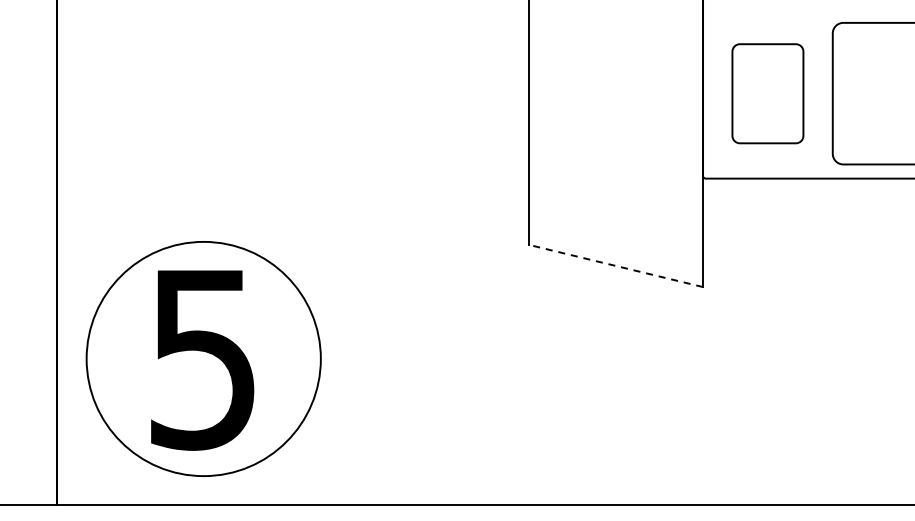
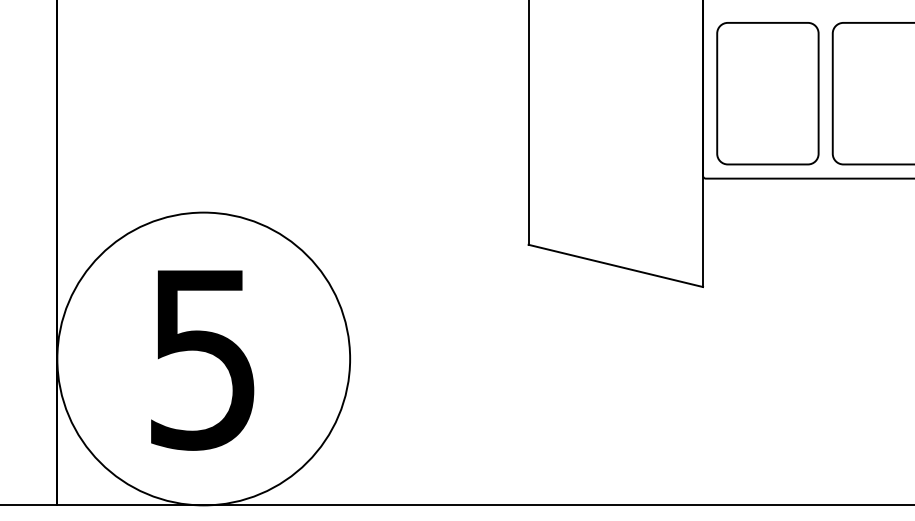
part at (767, 93) size: 74x102 px -> 104x144 px
line at (615, 265): dashed -> solid
circle at (203, 358) diameter: 234 px -> 293 px
